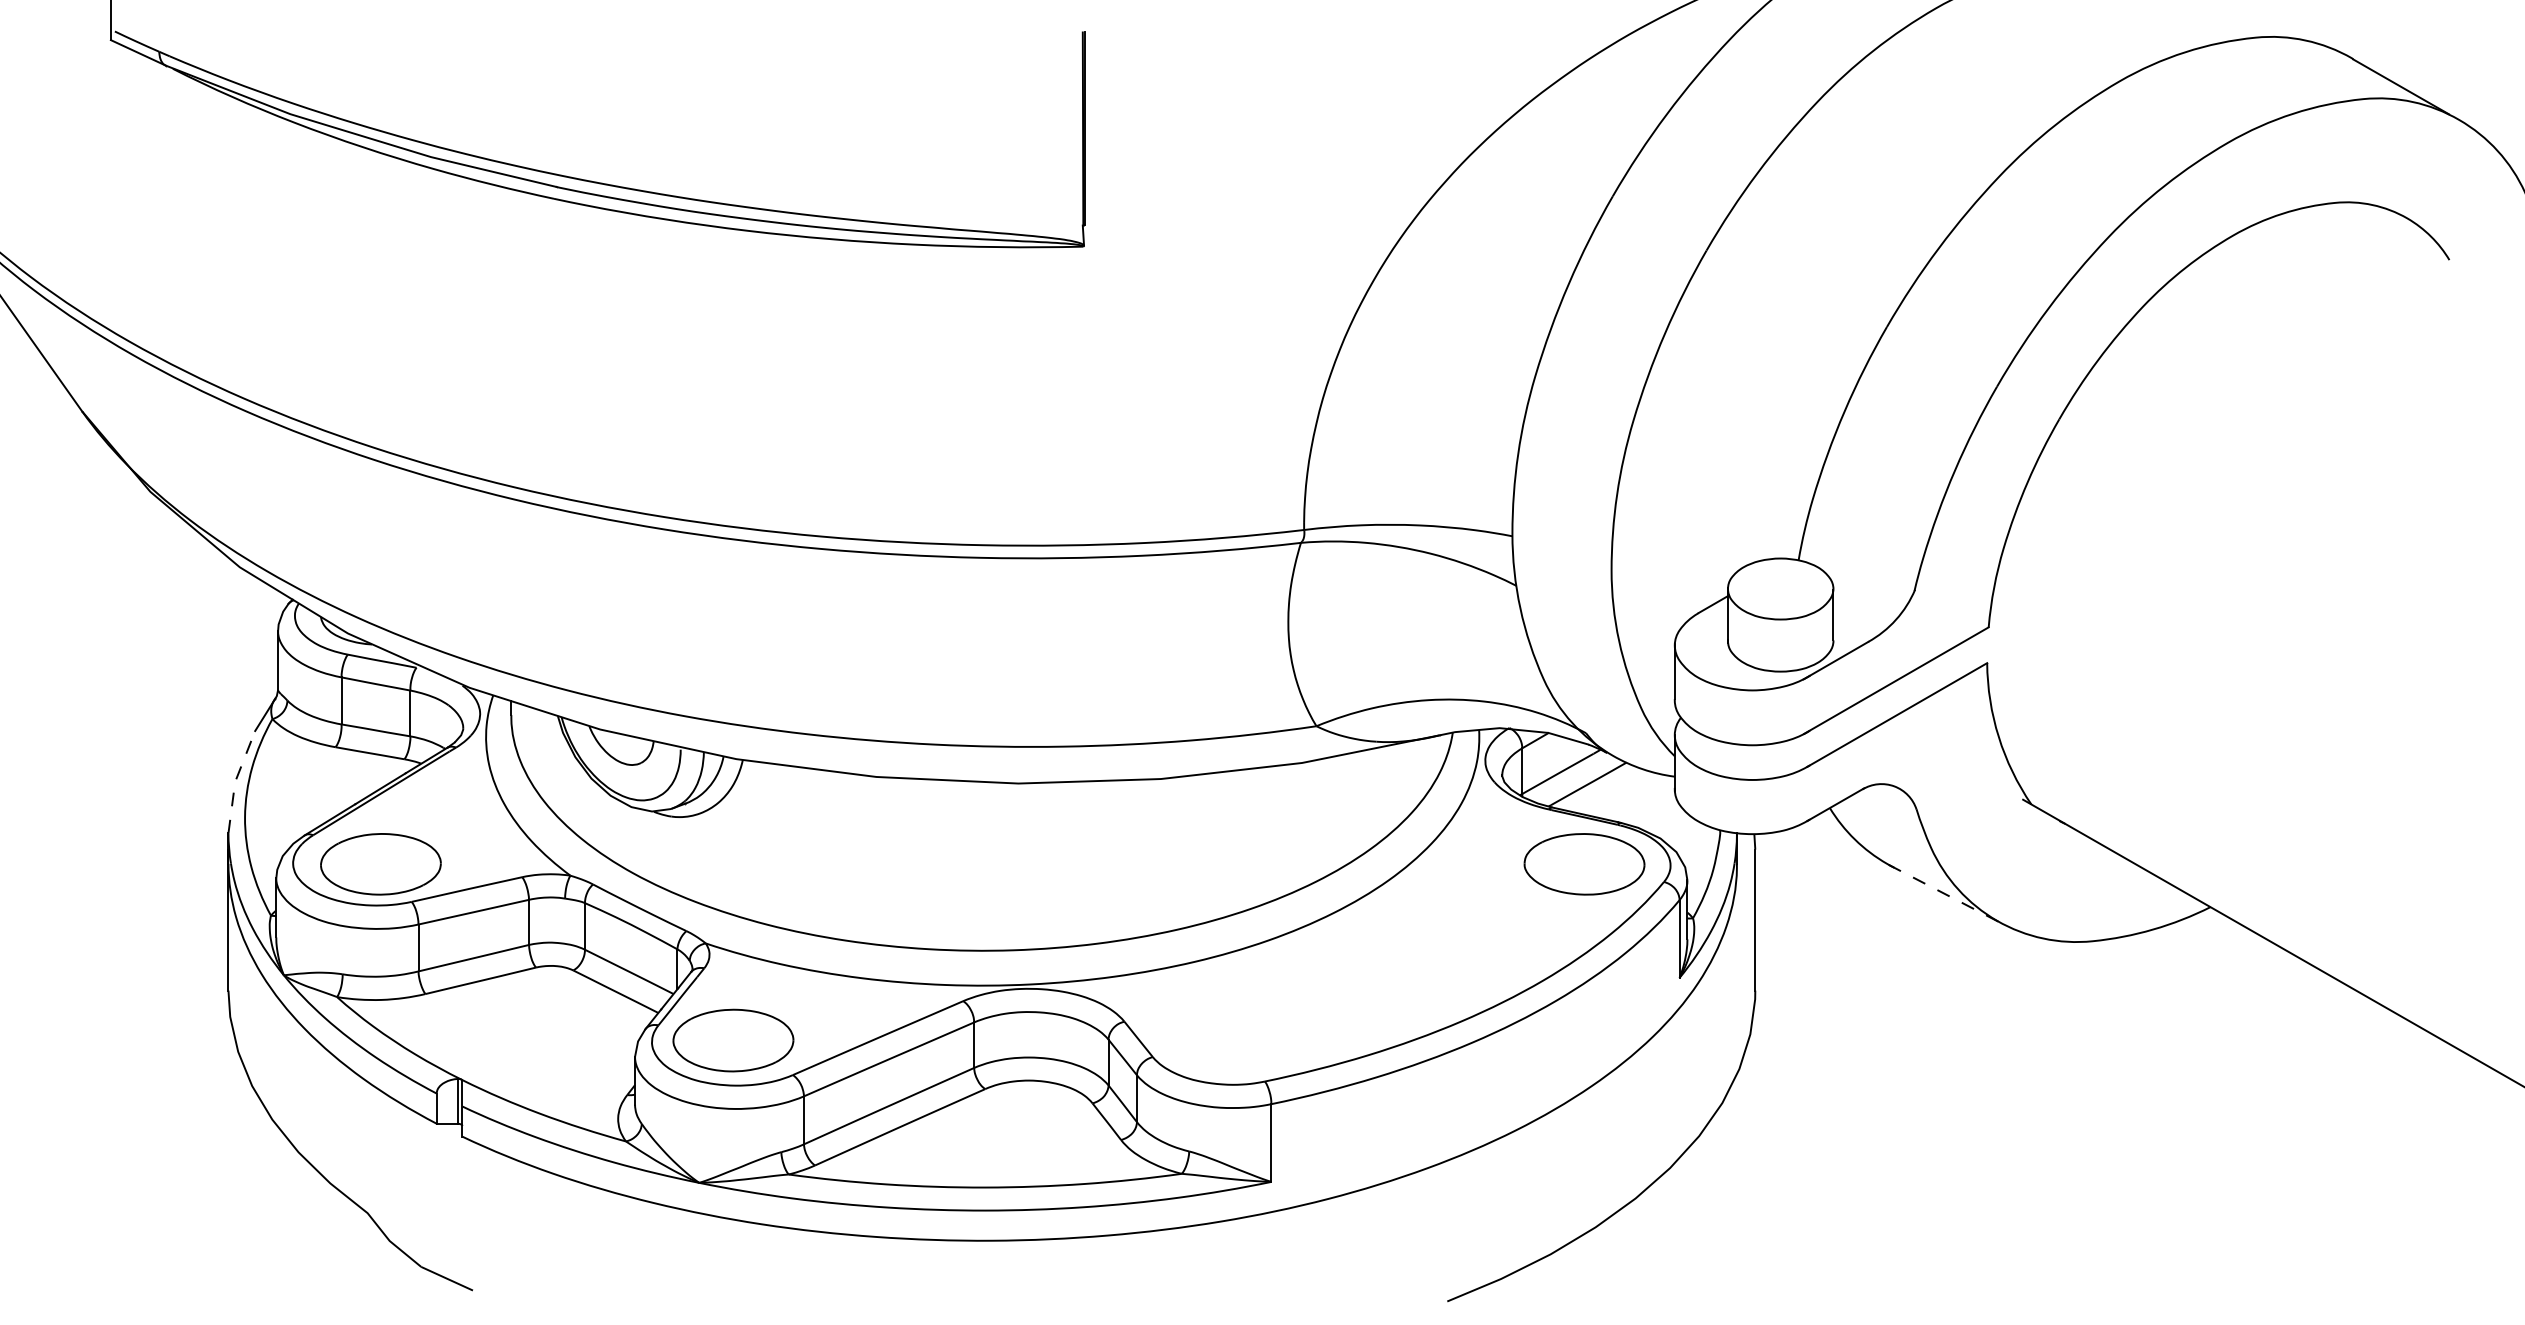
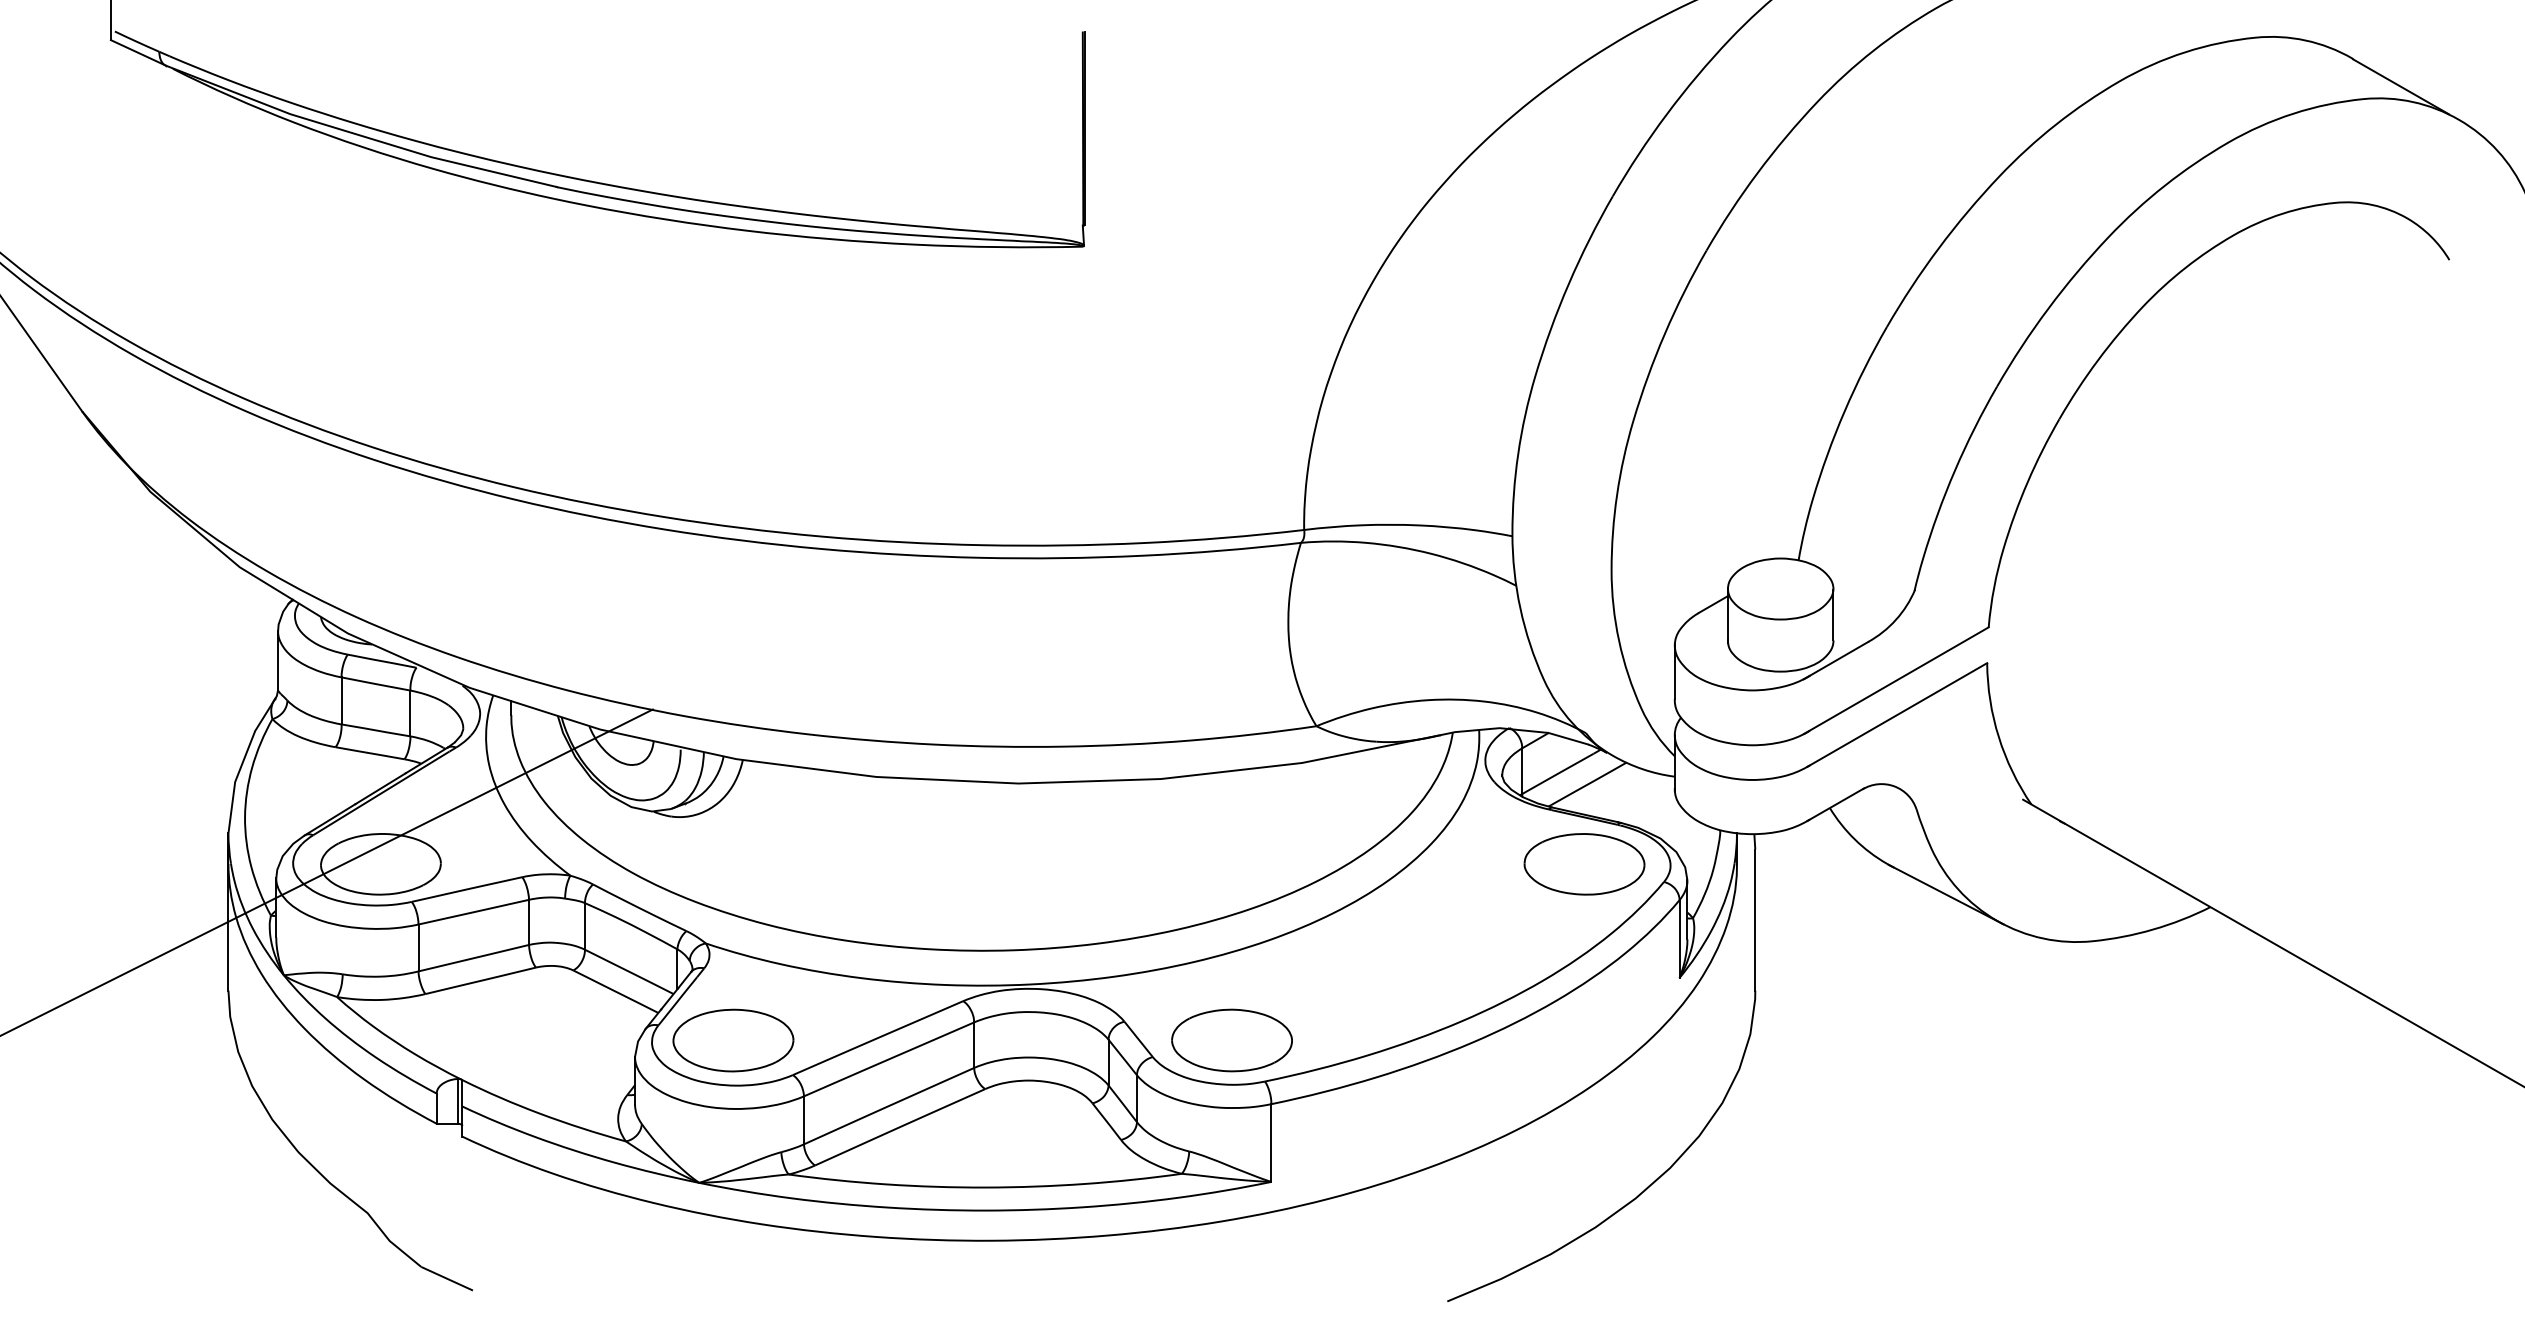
line at (235, 781): dashed -> solid
line at (327, 871): none -> present
line at (1946, 894): dashed -> solid
part at (1231, 1040): none -> present
